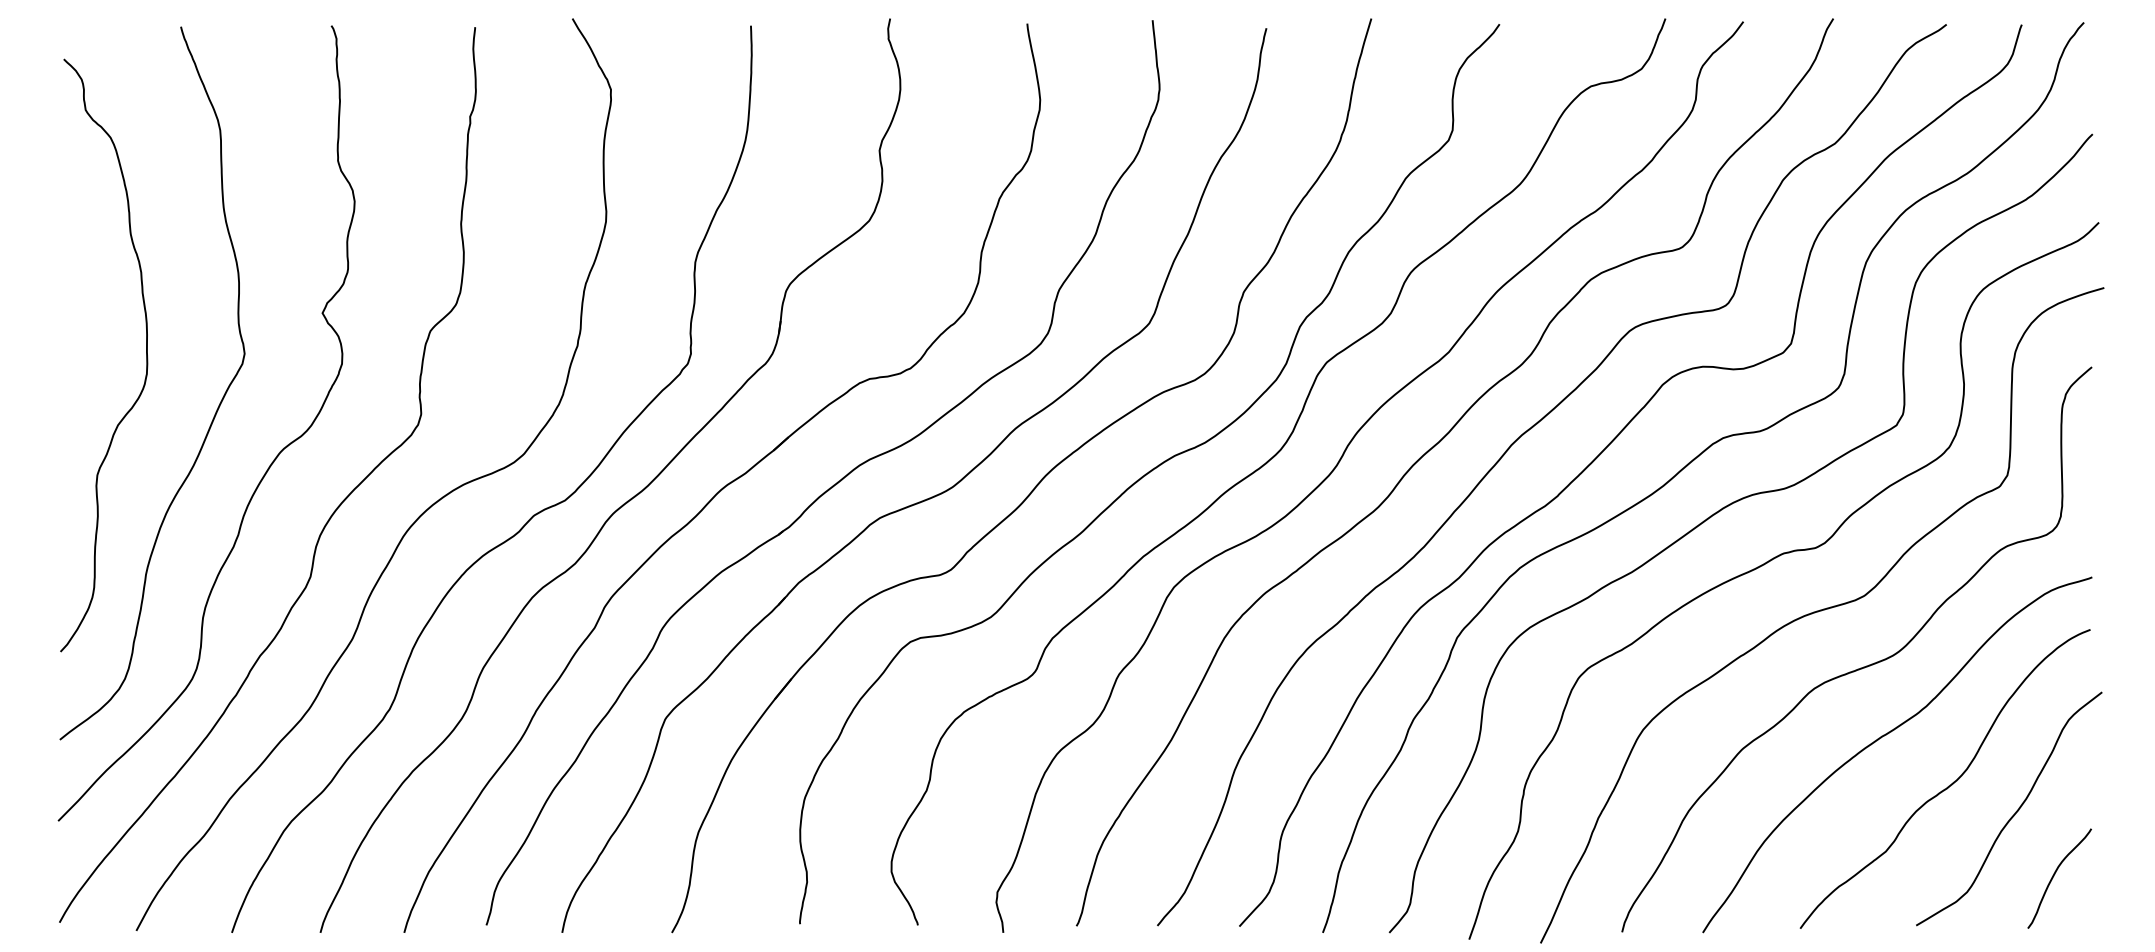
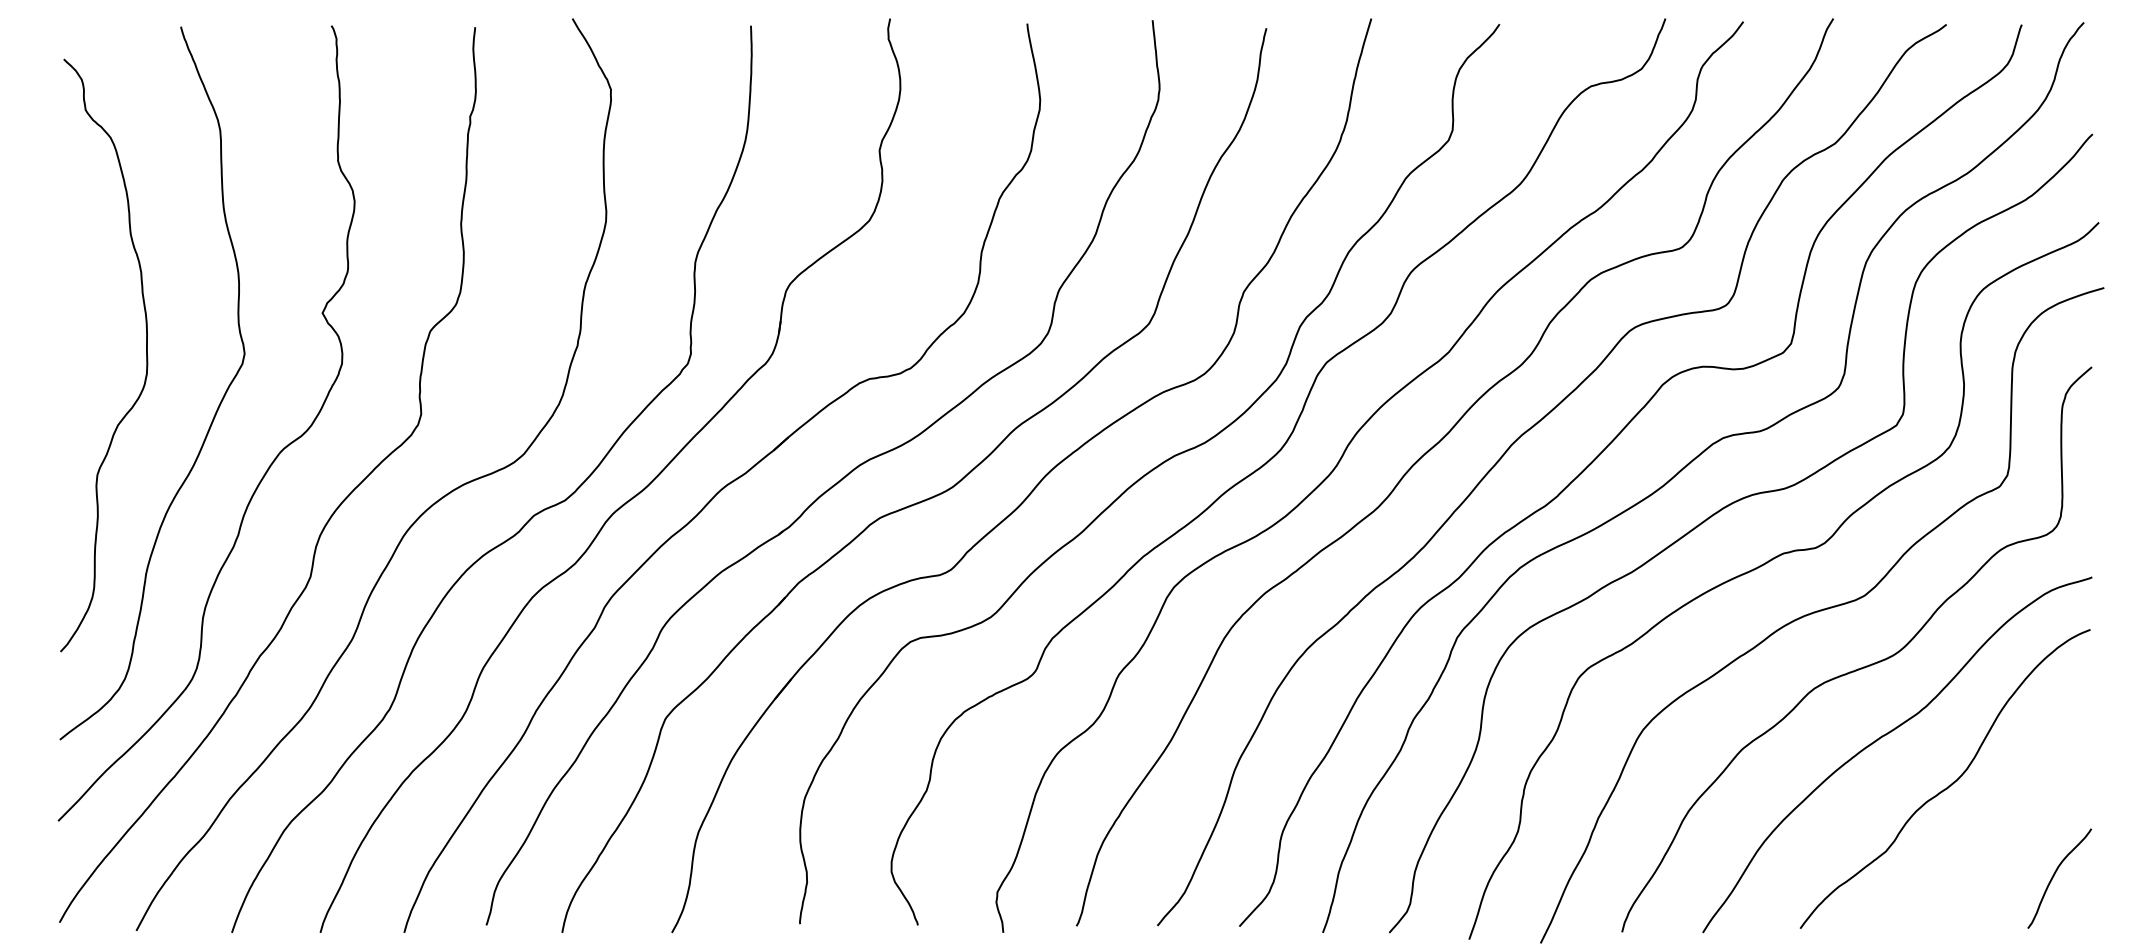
curve at (2015, 811): present -> none
